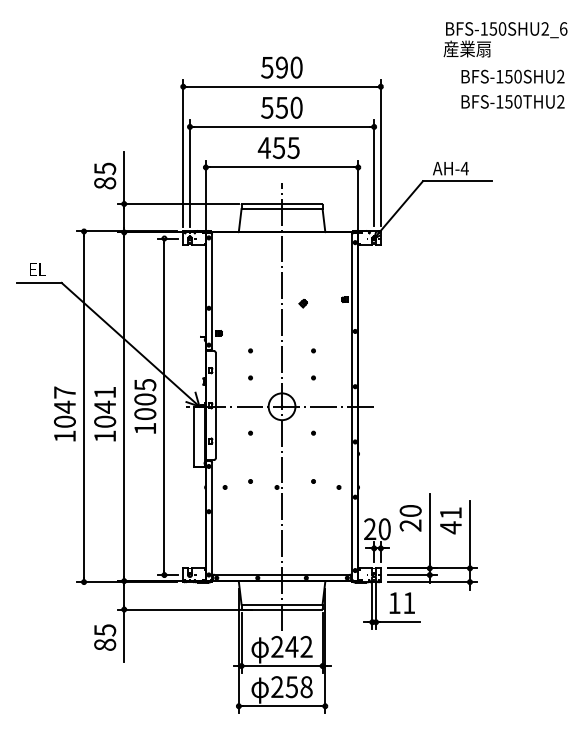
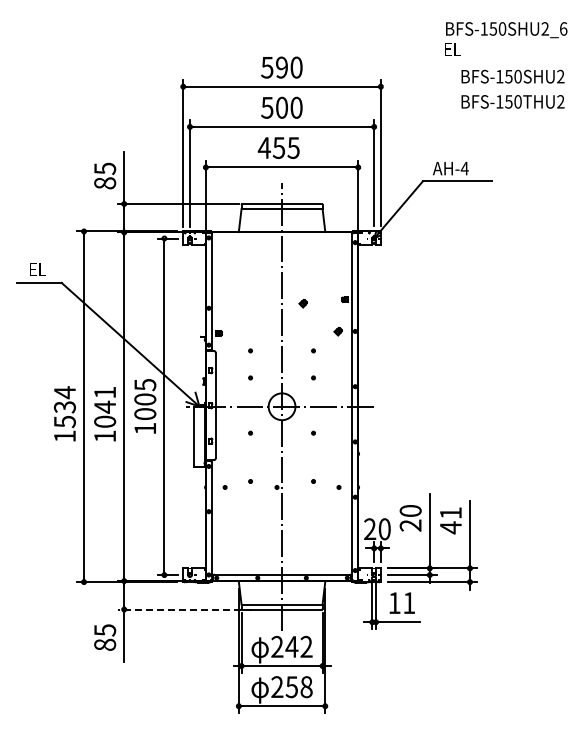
text at (466, 48): 産業扇 -> EL
text at (281, 107): 550 -> 500
part at (337, 331): none -> present
text at (64, 407): 1047 -> 1534
line at (184, 609): solid -> dashed
